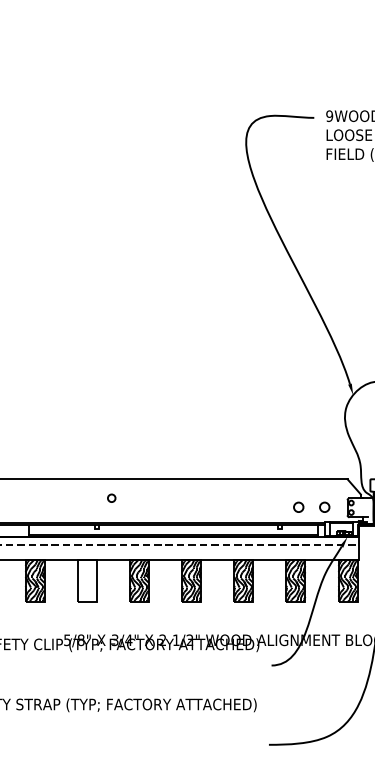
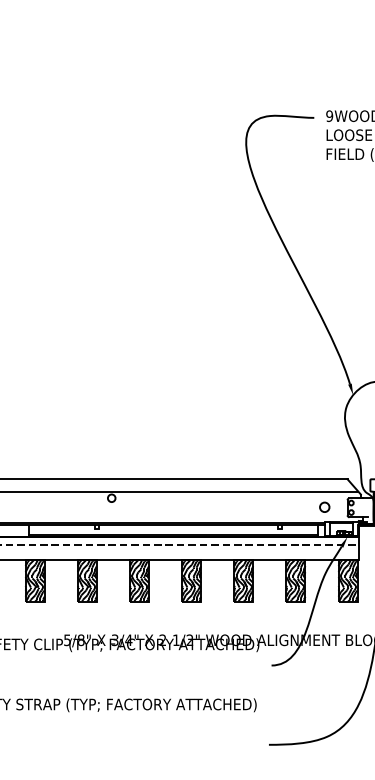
line at (180, 491): none -> present
circle at (298, 506): present -> none
hatch at (86, 580): none -> present
